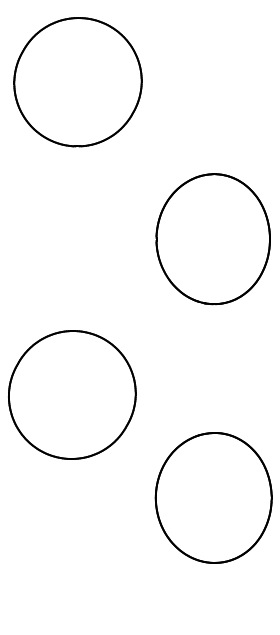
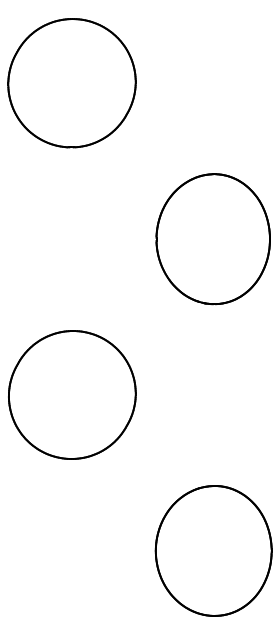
part at (77, 82) position: (77, 82) -> (71, 83)
part at (213, 497) position: (213, 497) -> (213, 550)
